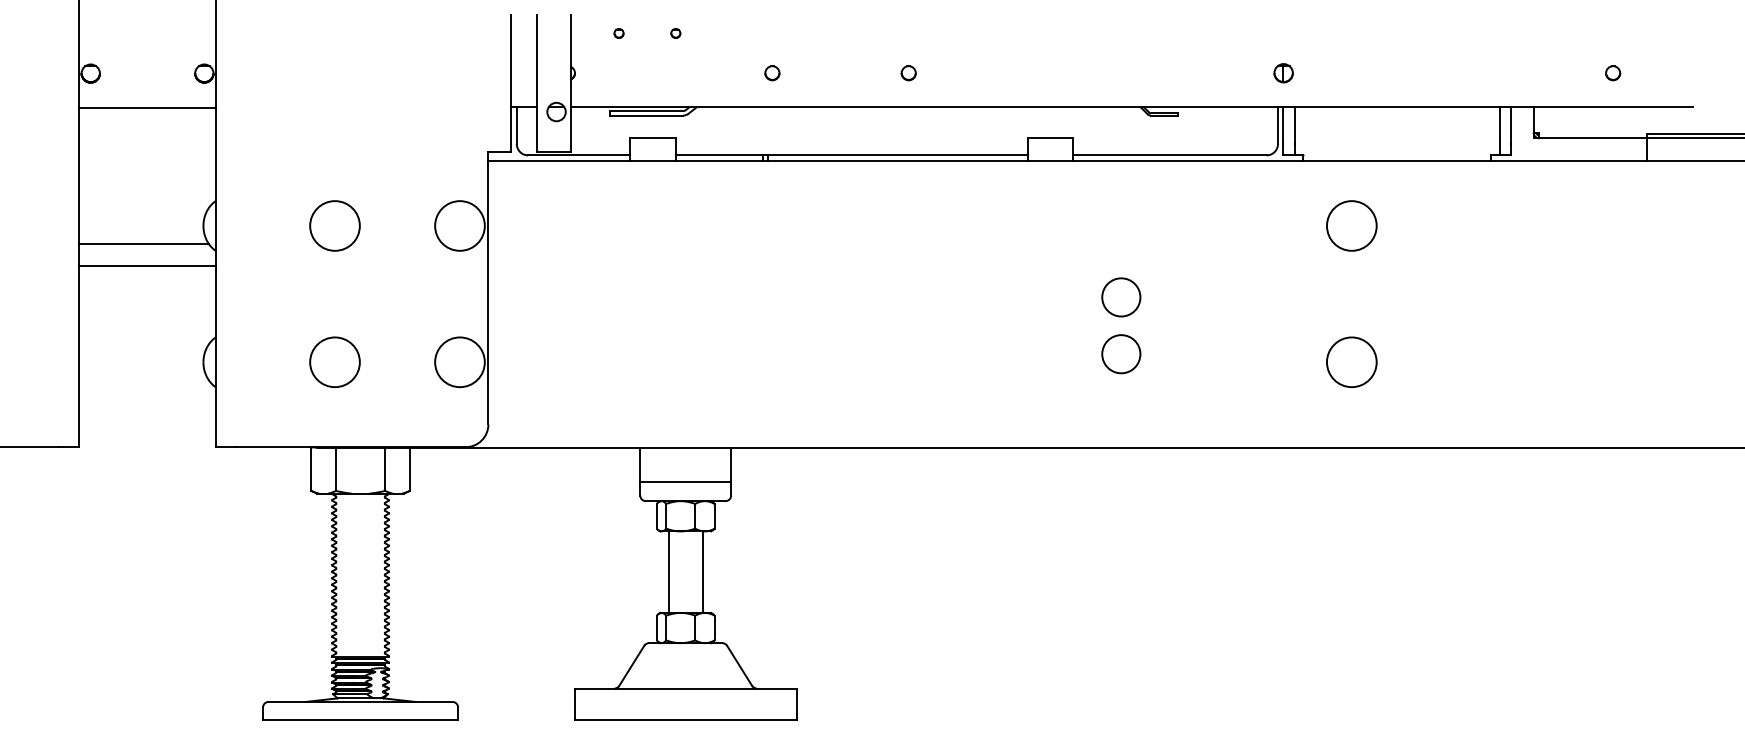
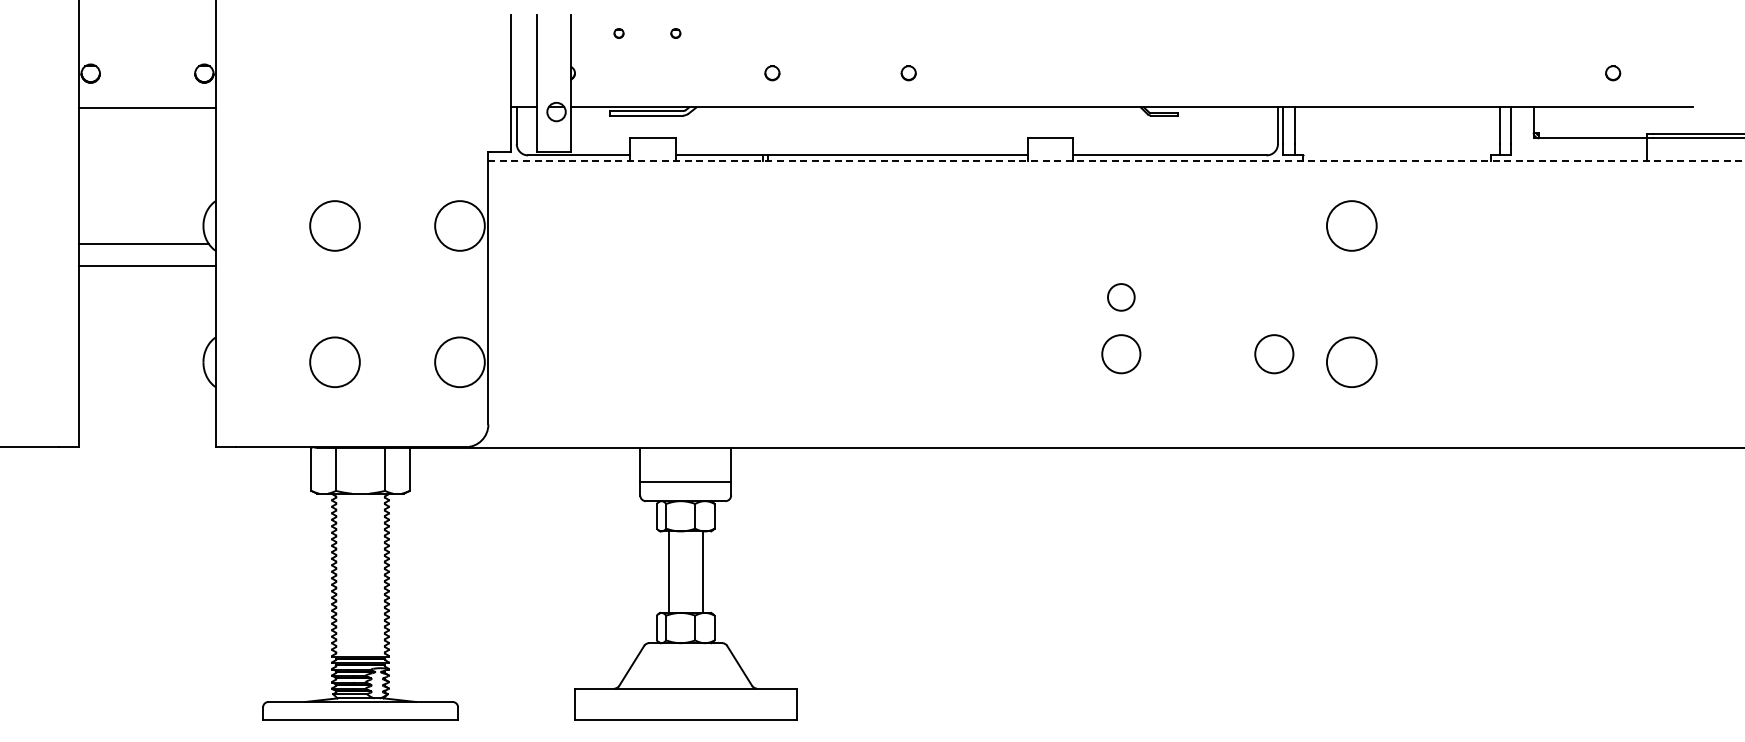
part at (1283, 73): present -> none
line at (1116, 161): solid -> dashed
circle at (1121, 297) diameter: 38 px -> 27 px
circle at (1274, 354): none -> present
